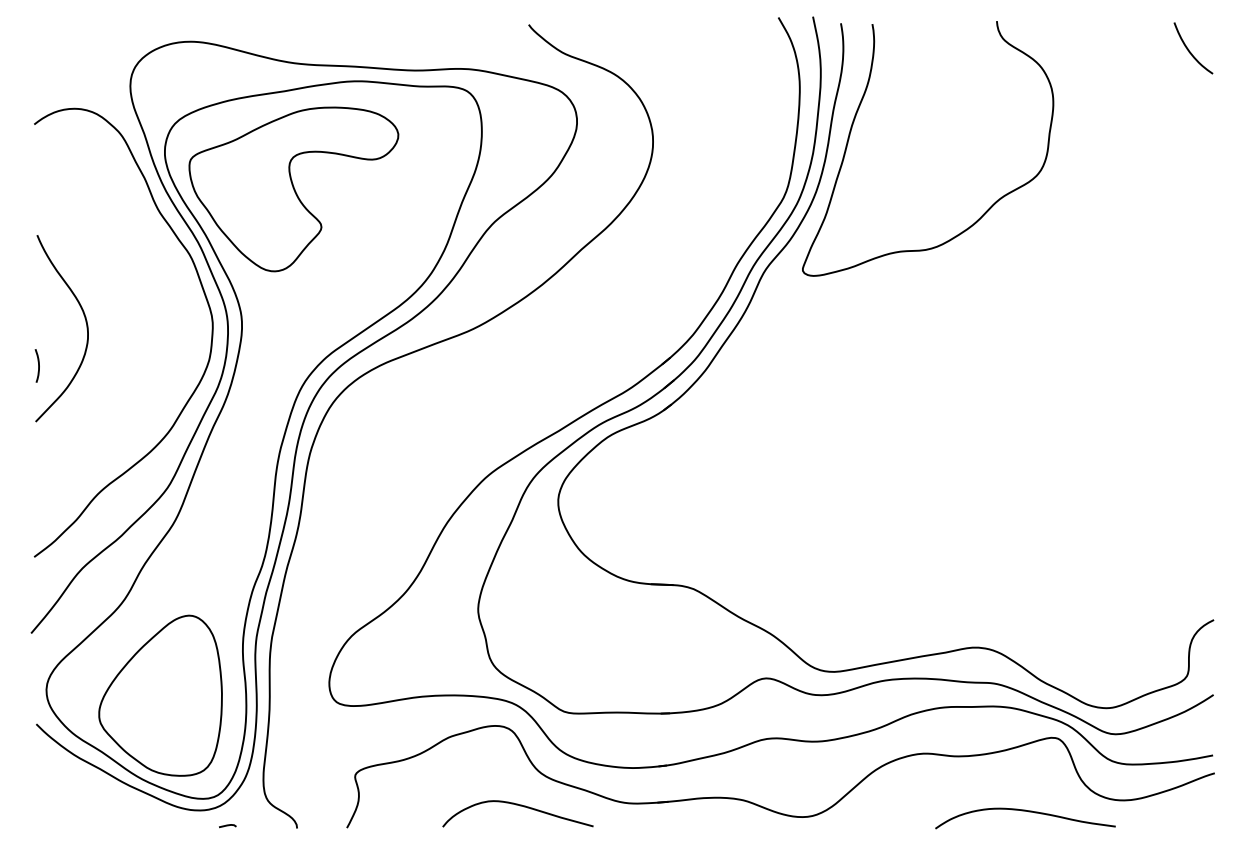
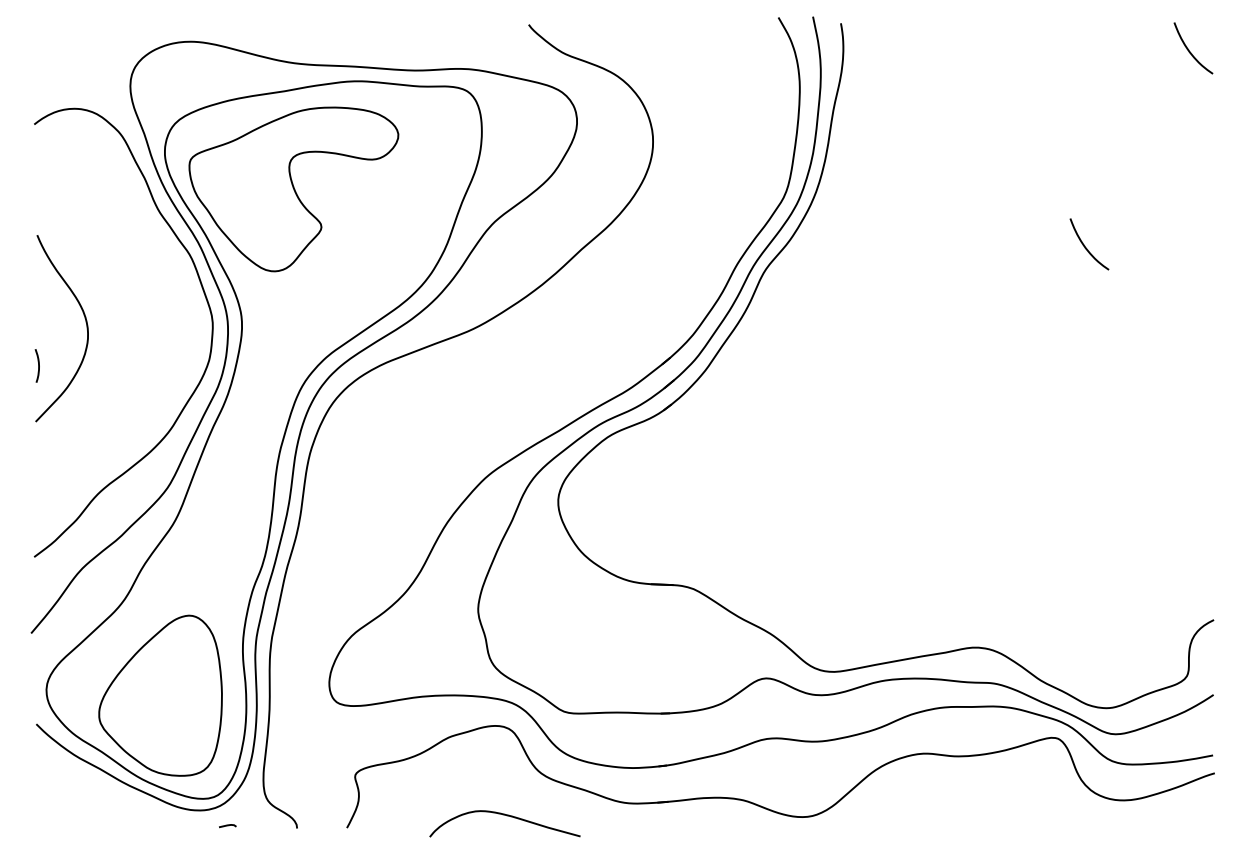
curve at (854, 122): present -> none
curve at (1085, 245): none -> present
curve at (519, 806) position: (519, 806) -> (506, 816)
curve at (1028, 812): present -> none
